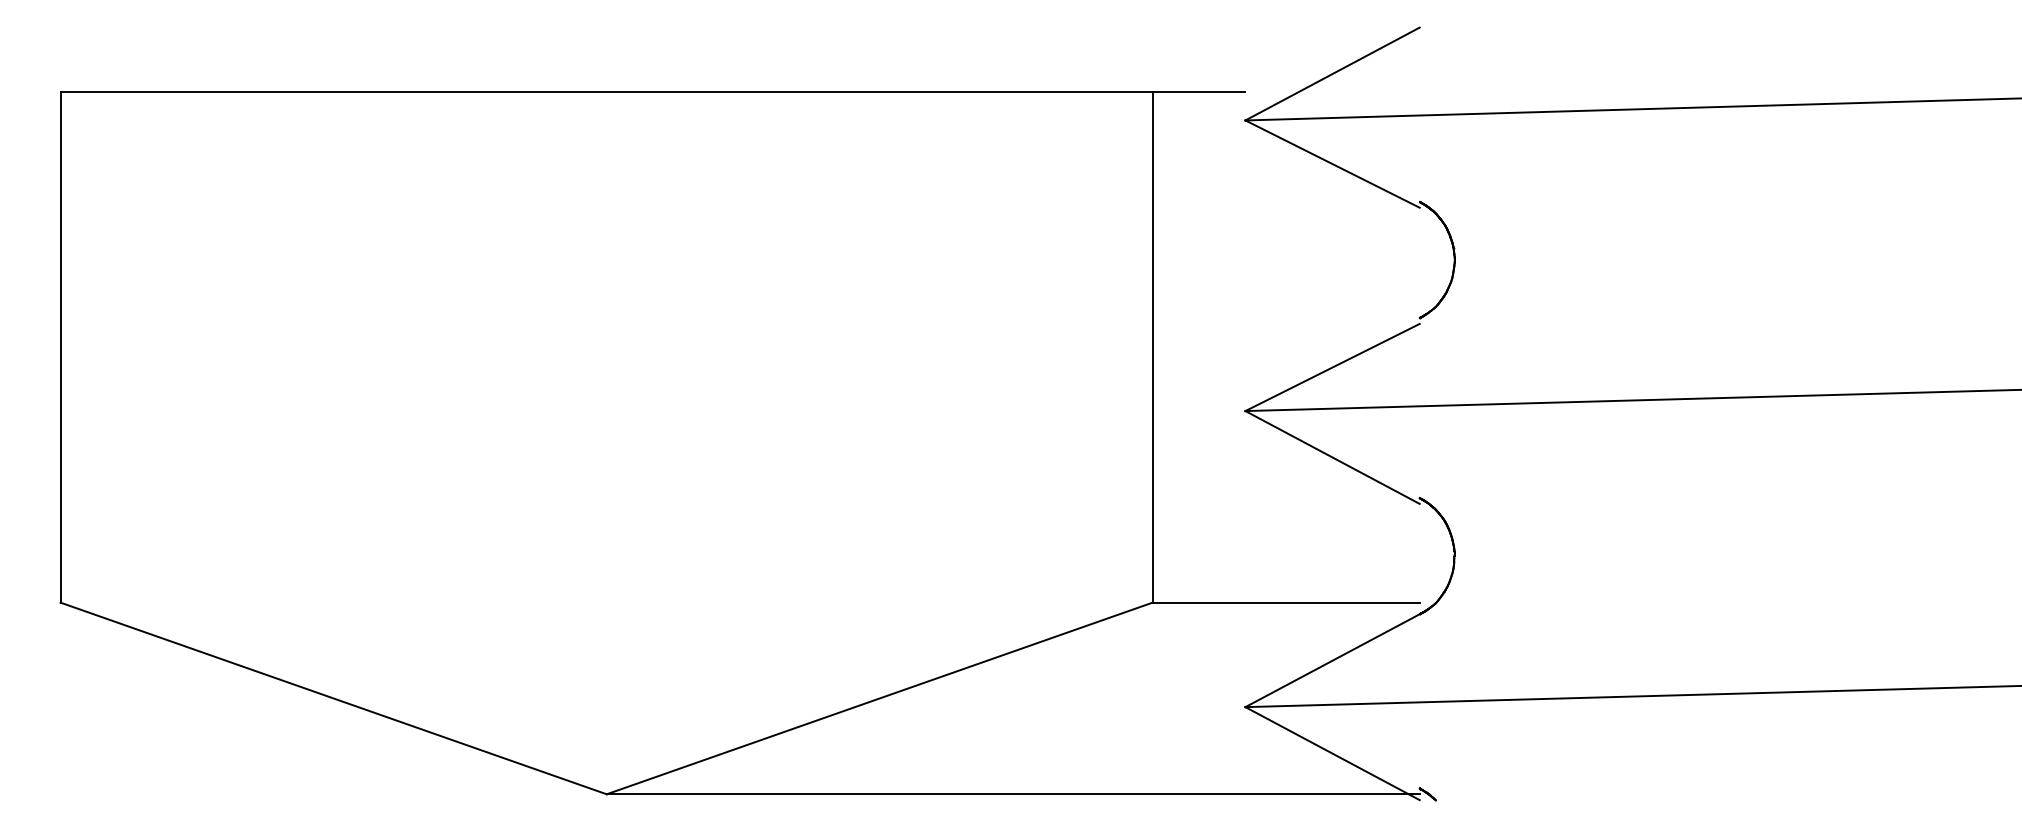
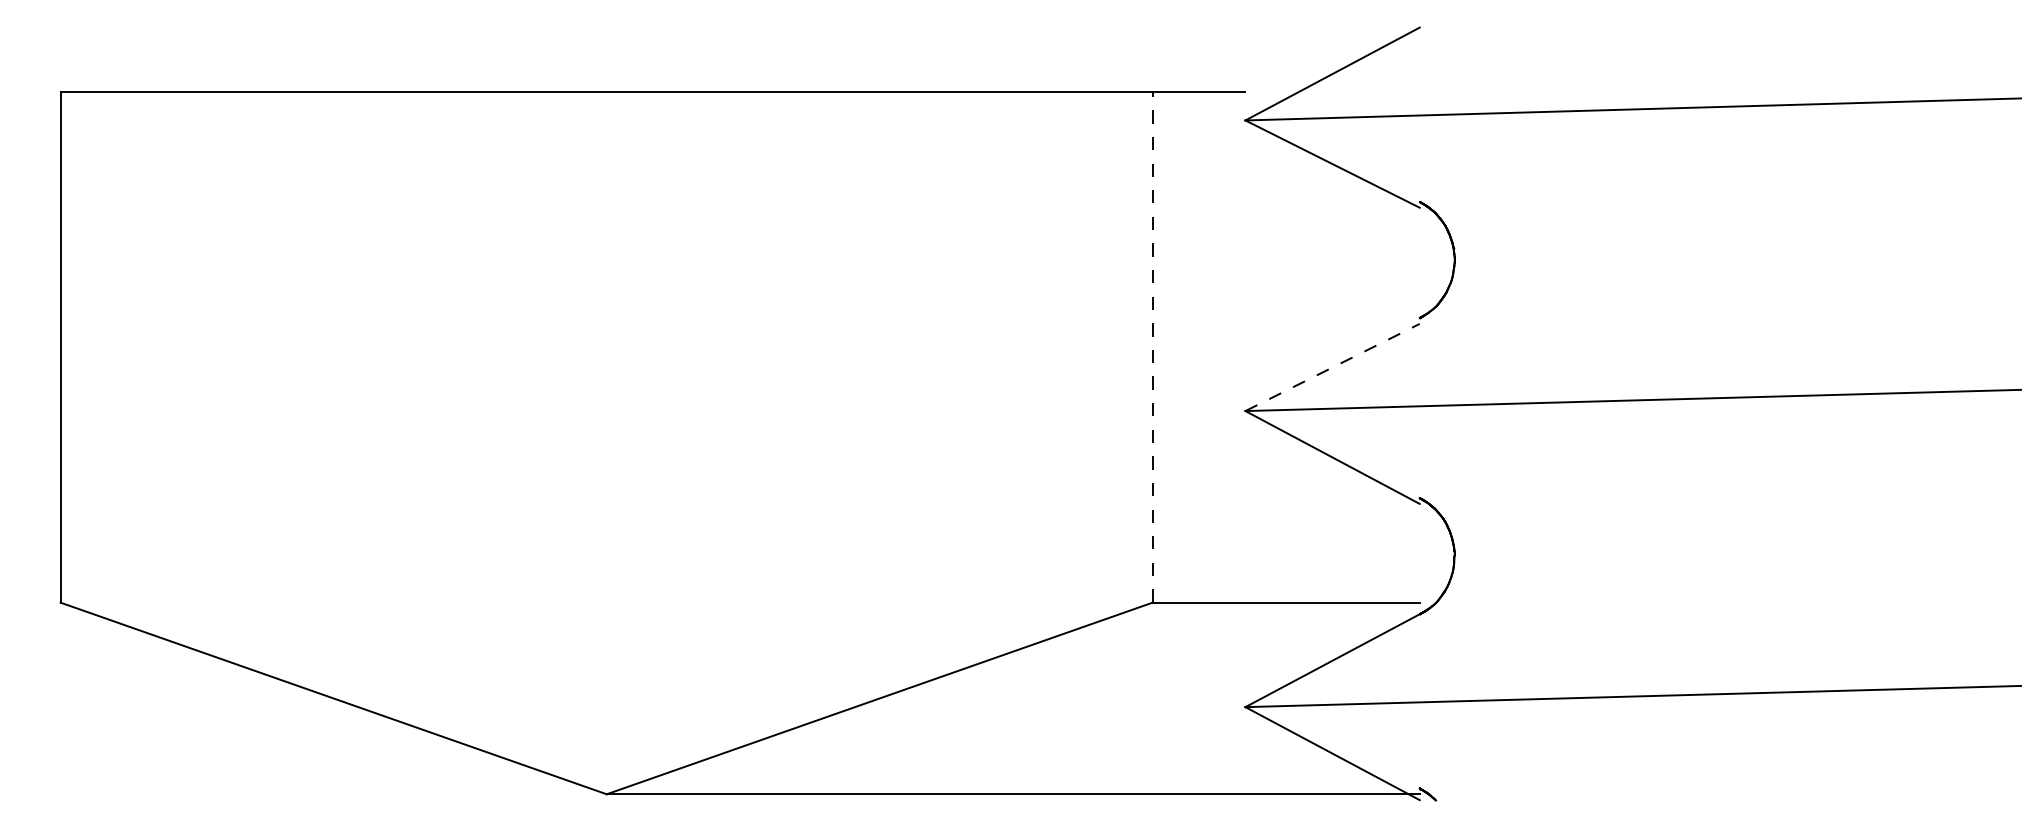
line at (1152, 347): solid -> dashed
line at (1333, 367): solid -> dashed
